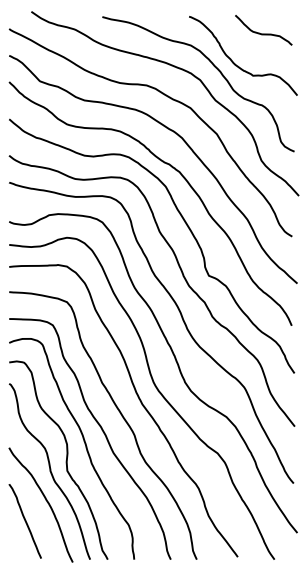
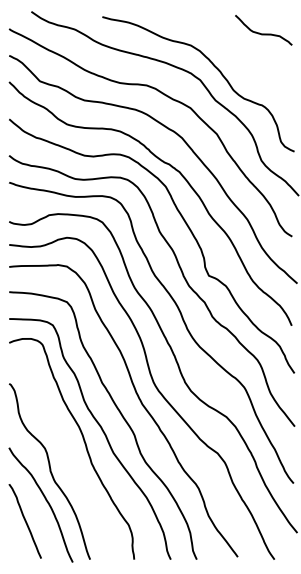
curve at (238, 65): present -> none
curve at (65, 460): present -> none
